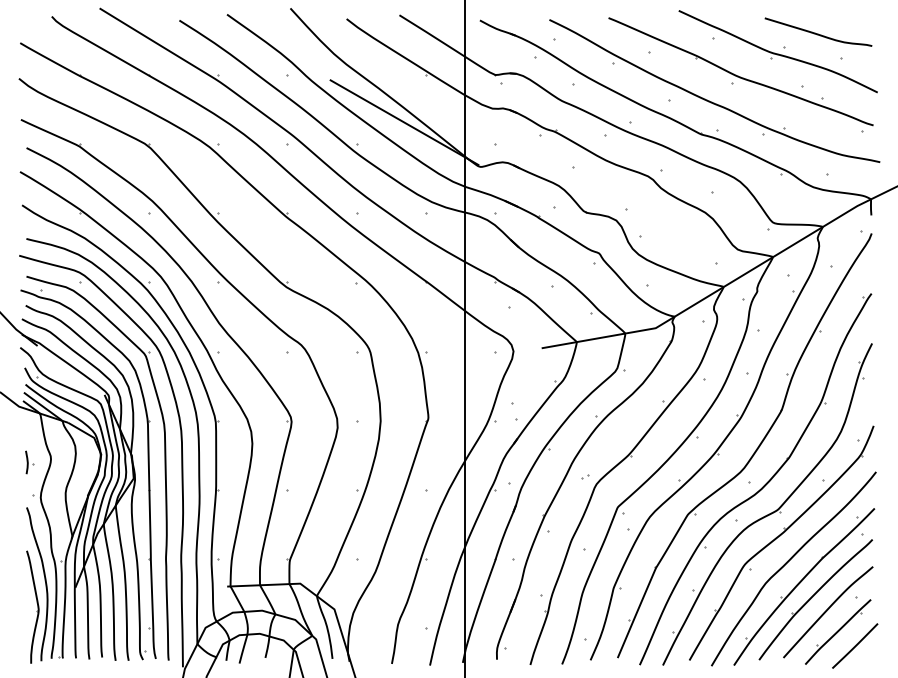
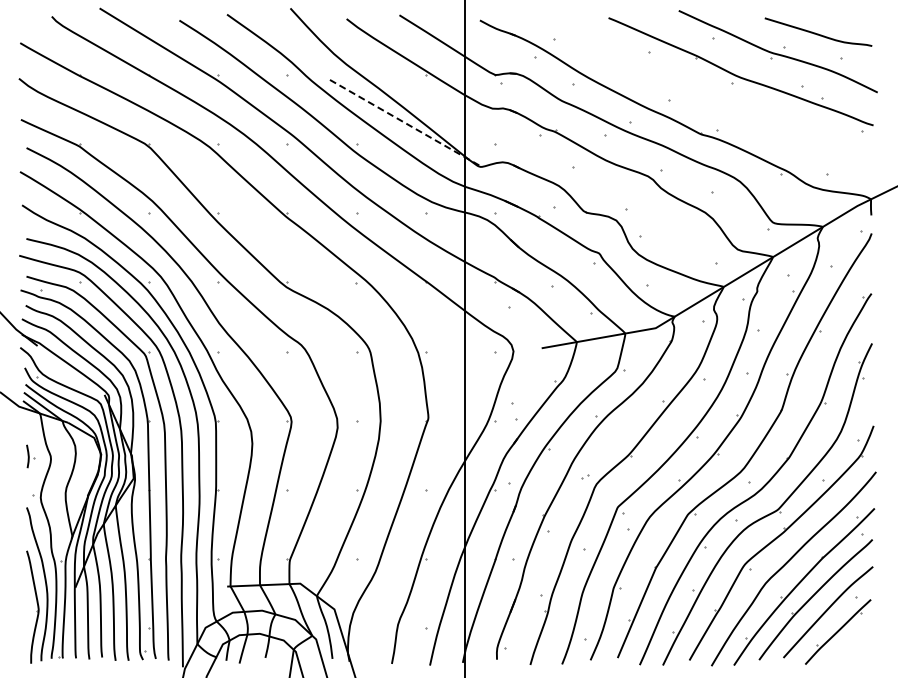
part at (709, 100): present -> none
line at (404, 122): solid -> dashed
part at (29, 462) position: (29, 462) -> (30, 456)
line at (855, 645): present -> none
